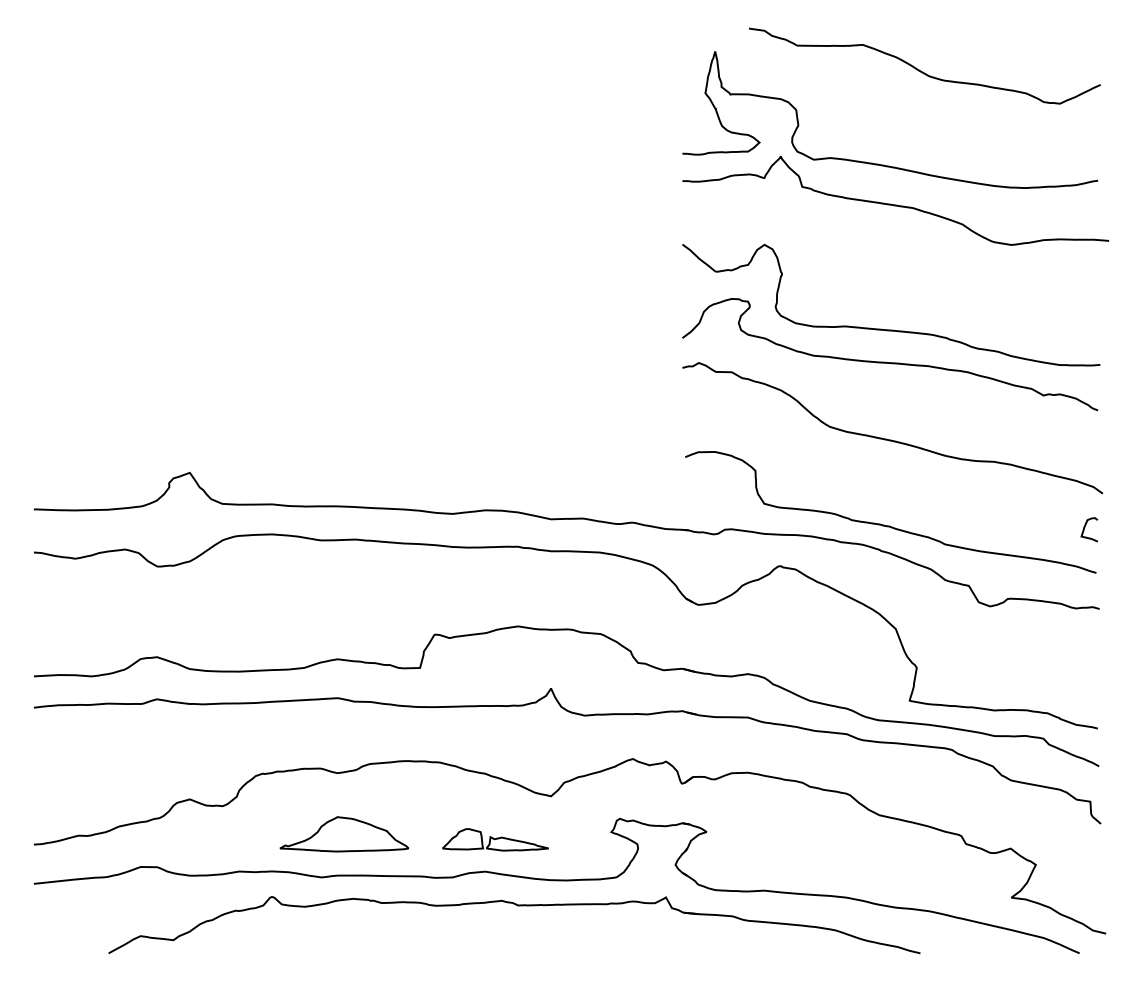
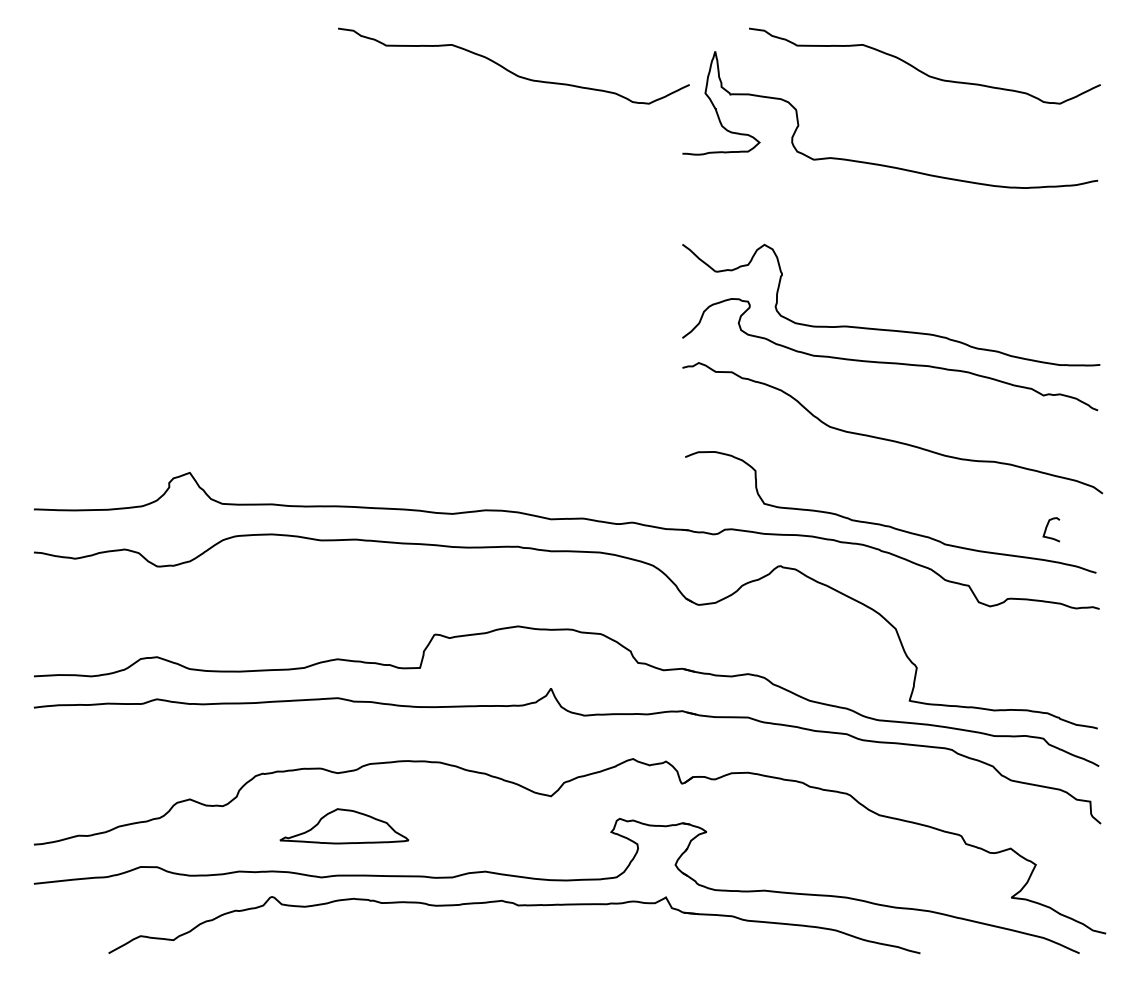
curve at (510, 70): none -> present
curve at (895, 204): present -> none
curve at (1085, 527) position: (1085, 527) -> (1047, 527)
part at (344, 834) position: (344, 834) -> (344, 826)
part at (495, 839): present -> none
